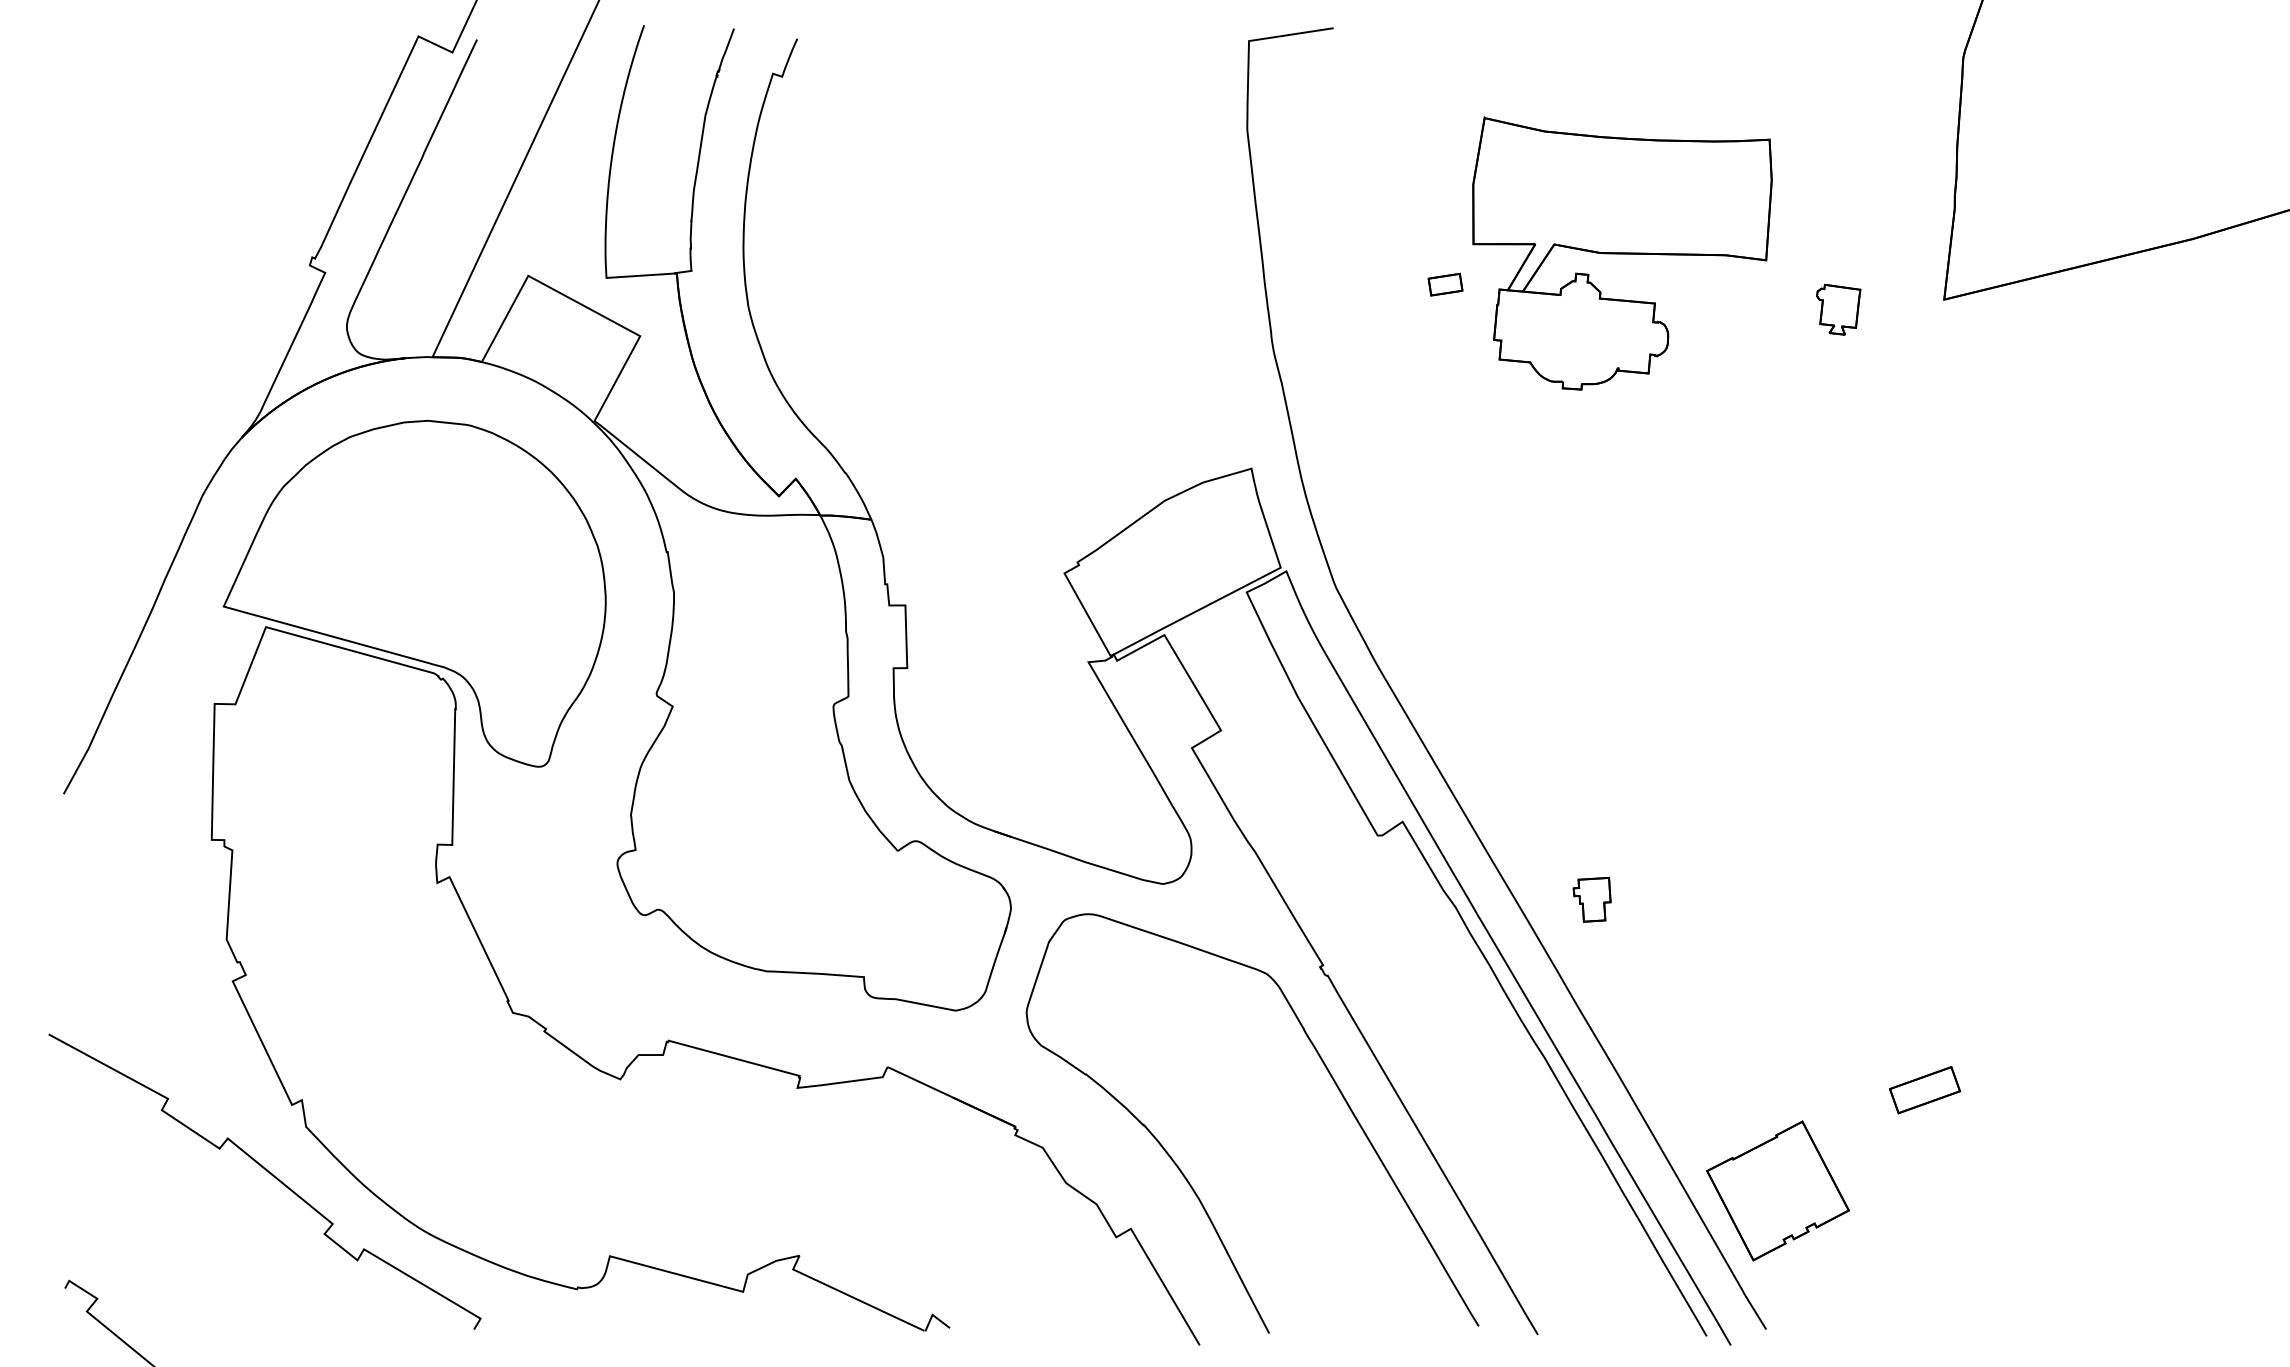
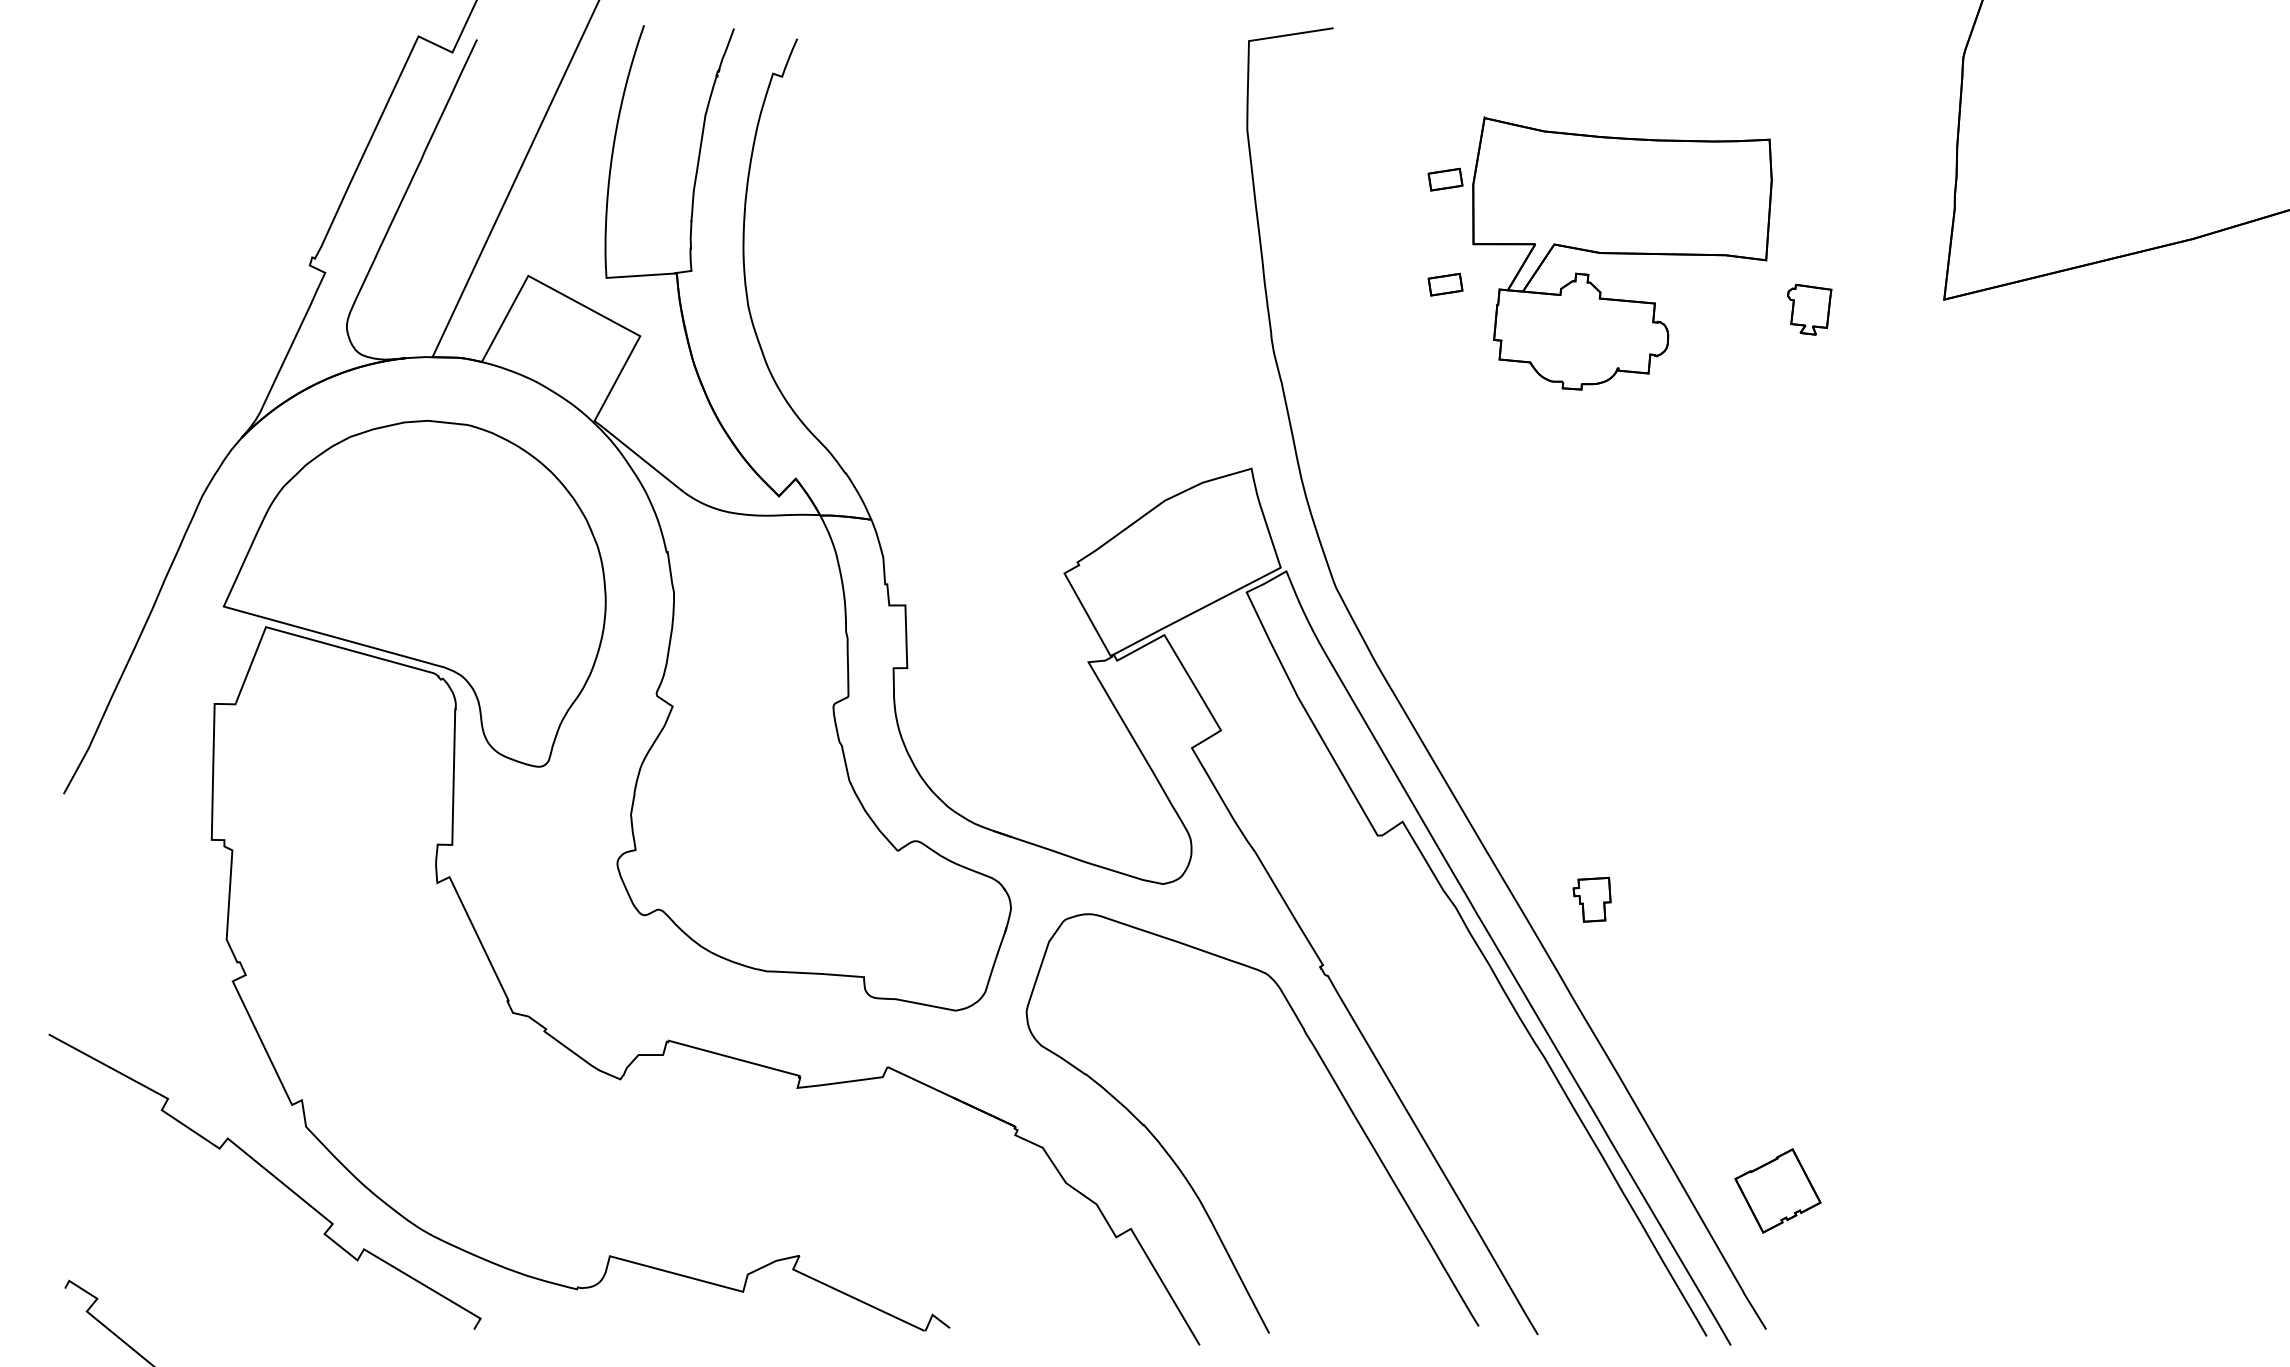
part at (1445, 179): none -> present
part at (1838, 309) position: (1838, 309) -> (1809, 309)
part at (1925, 1090): present -> none
part at (1777, 1190) size: 144x142 px -> 88x86 px
